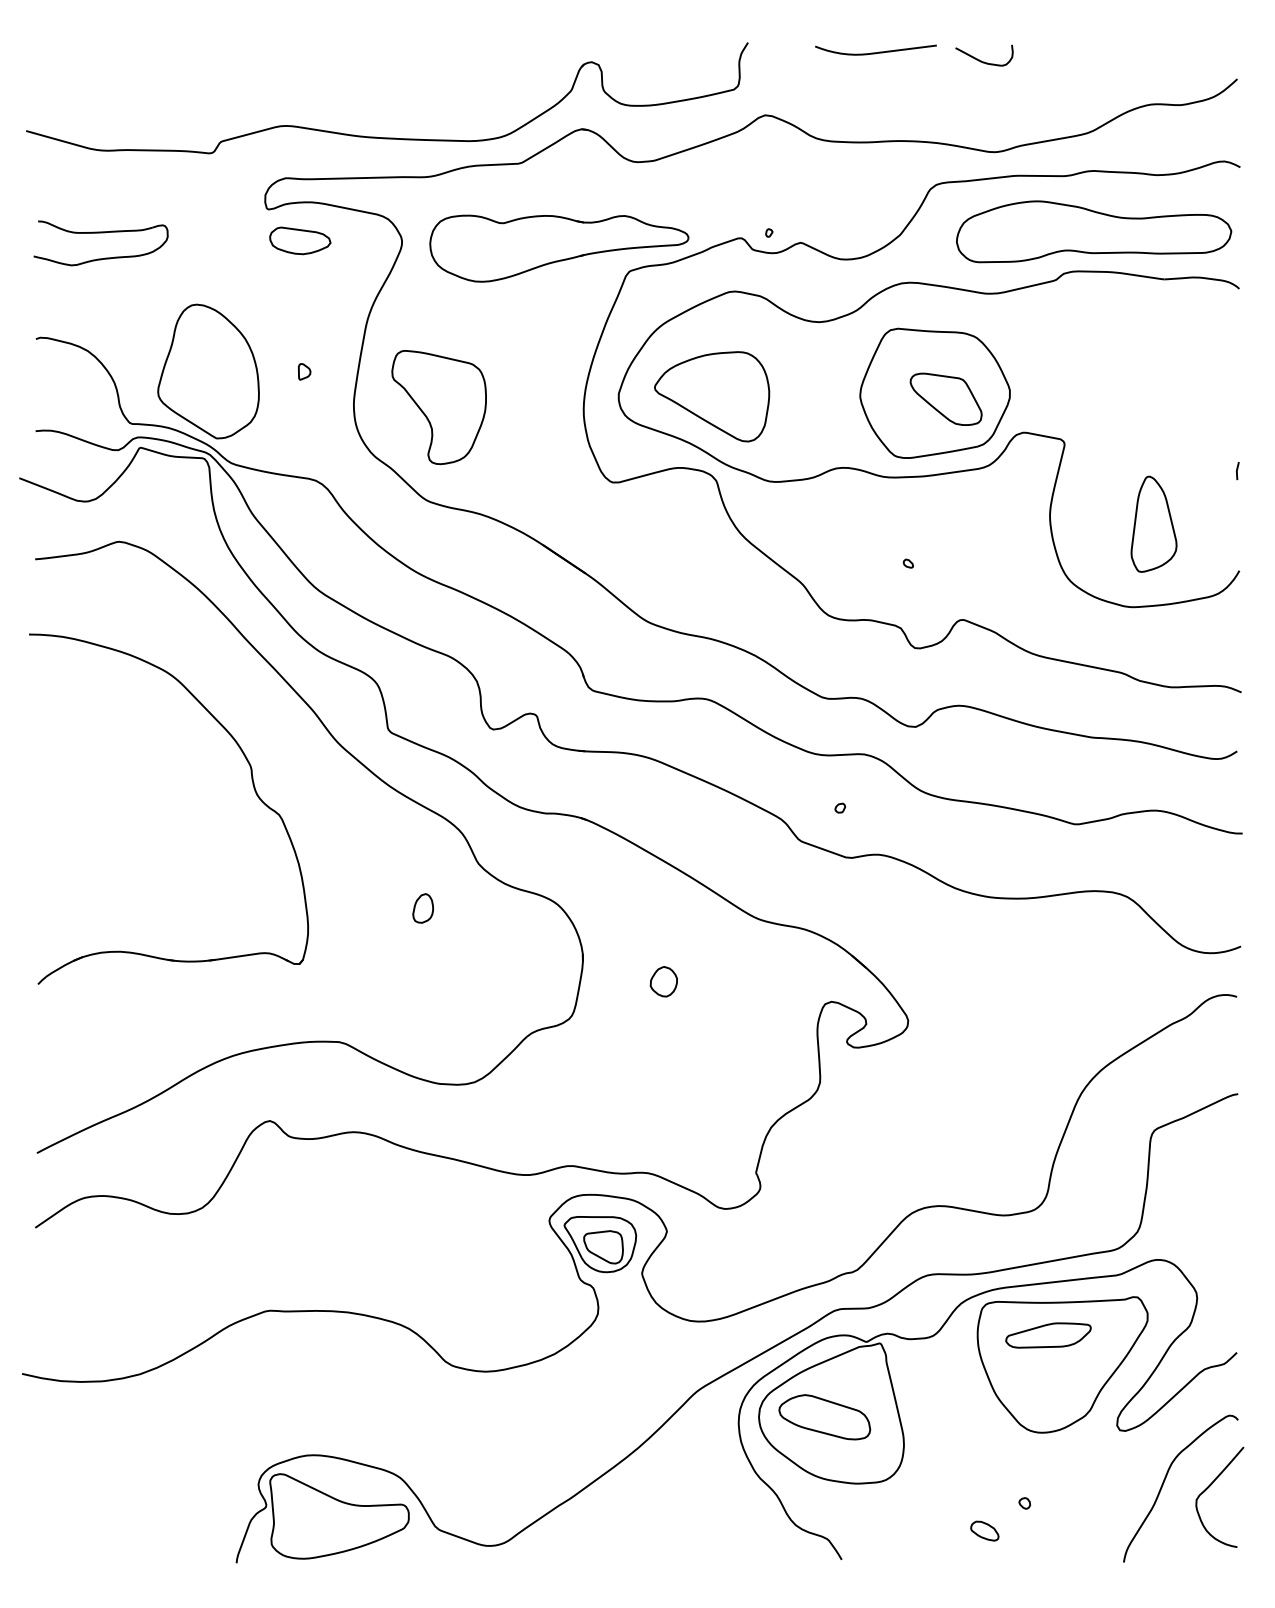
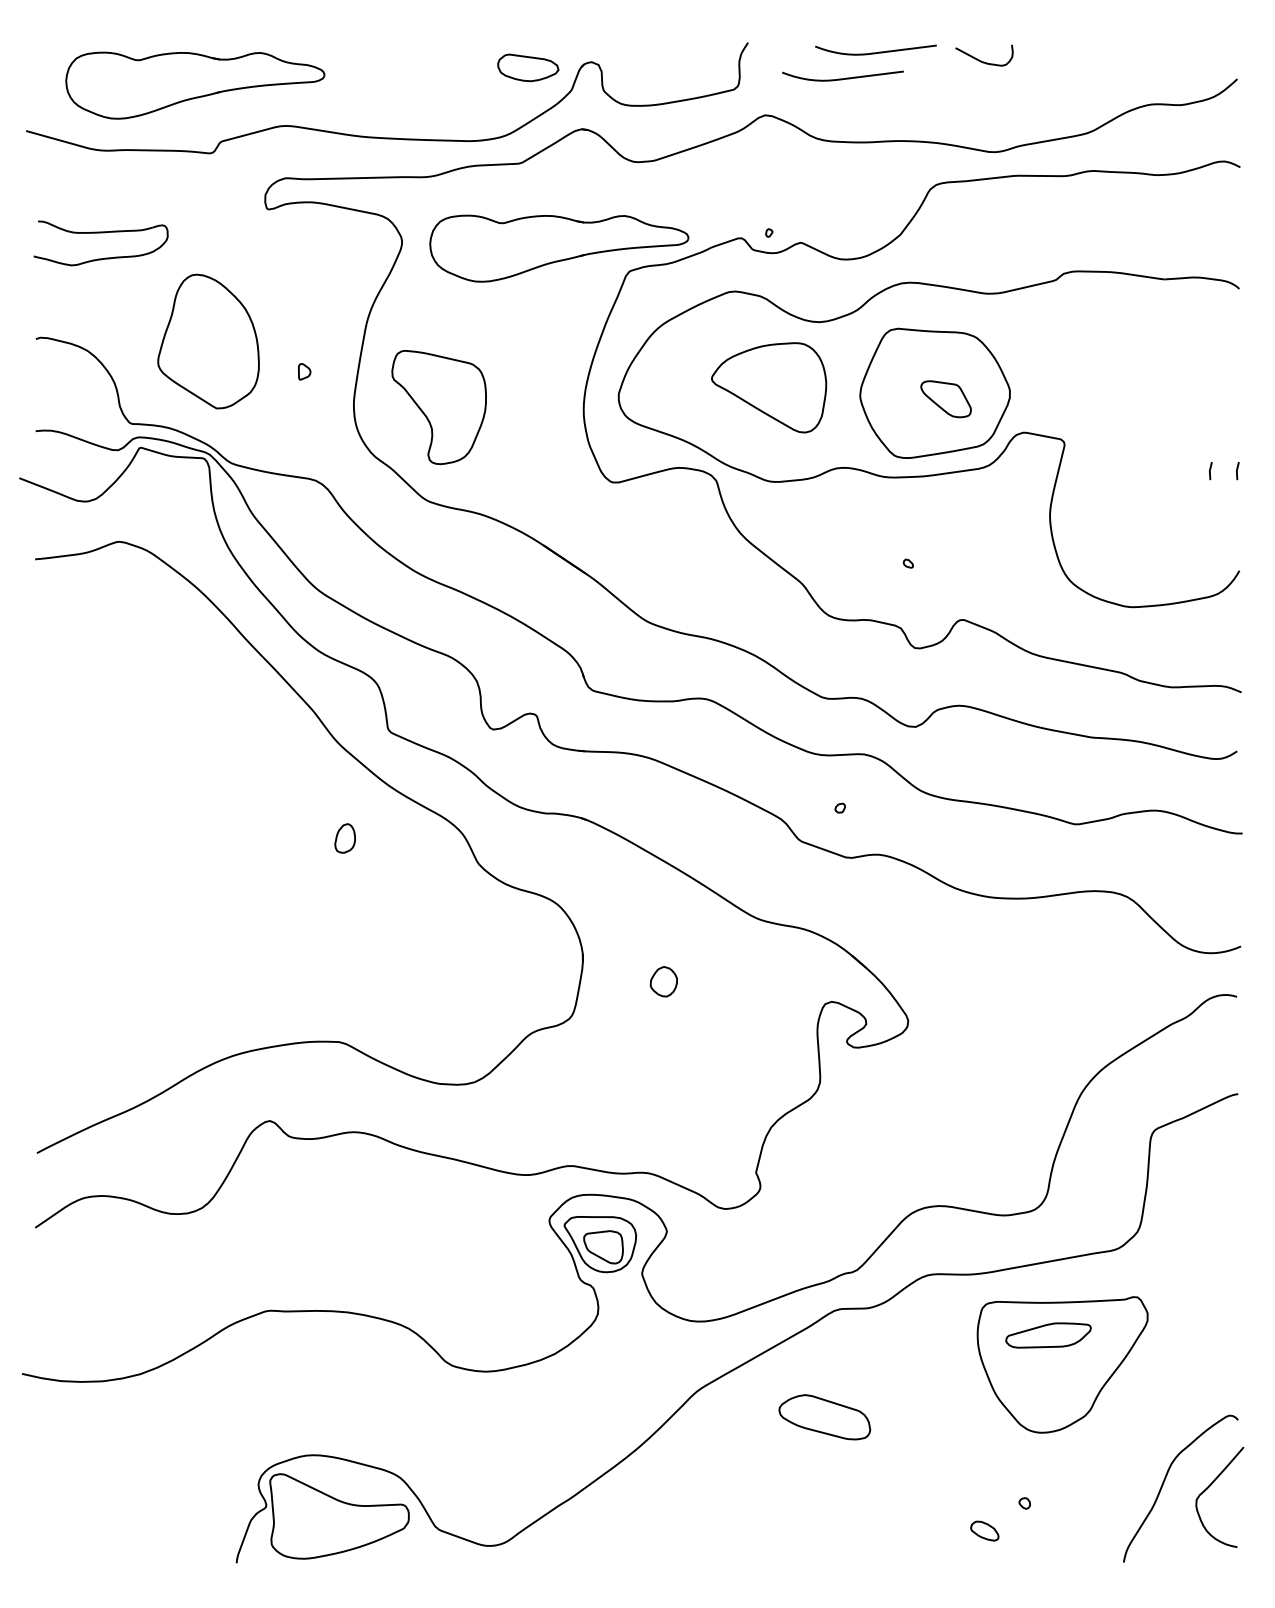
curve at (842, 78): none -> present
part at (195, 85): none -> present
part at (1094, 231): present -> none
part at (300, 240) position: (300, 240) -> (528, 67)
part at (208, 371) position: (208, 371) -> (208, 341)
part at (712, 396) position: (712, 396) -> (769, 387)
part at (945, 398) size: 74x54 px -> 52x39 px
line at (1210, 471): none -> present
part at (1153, 523): present -> none
part at (253, 788): present -> none
part at (422, 908) position: (422, 908) -> (344, 838)
part at (903, 1429): present -> none
